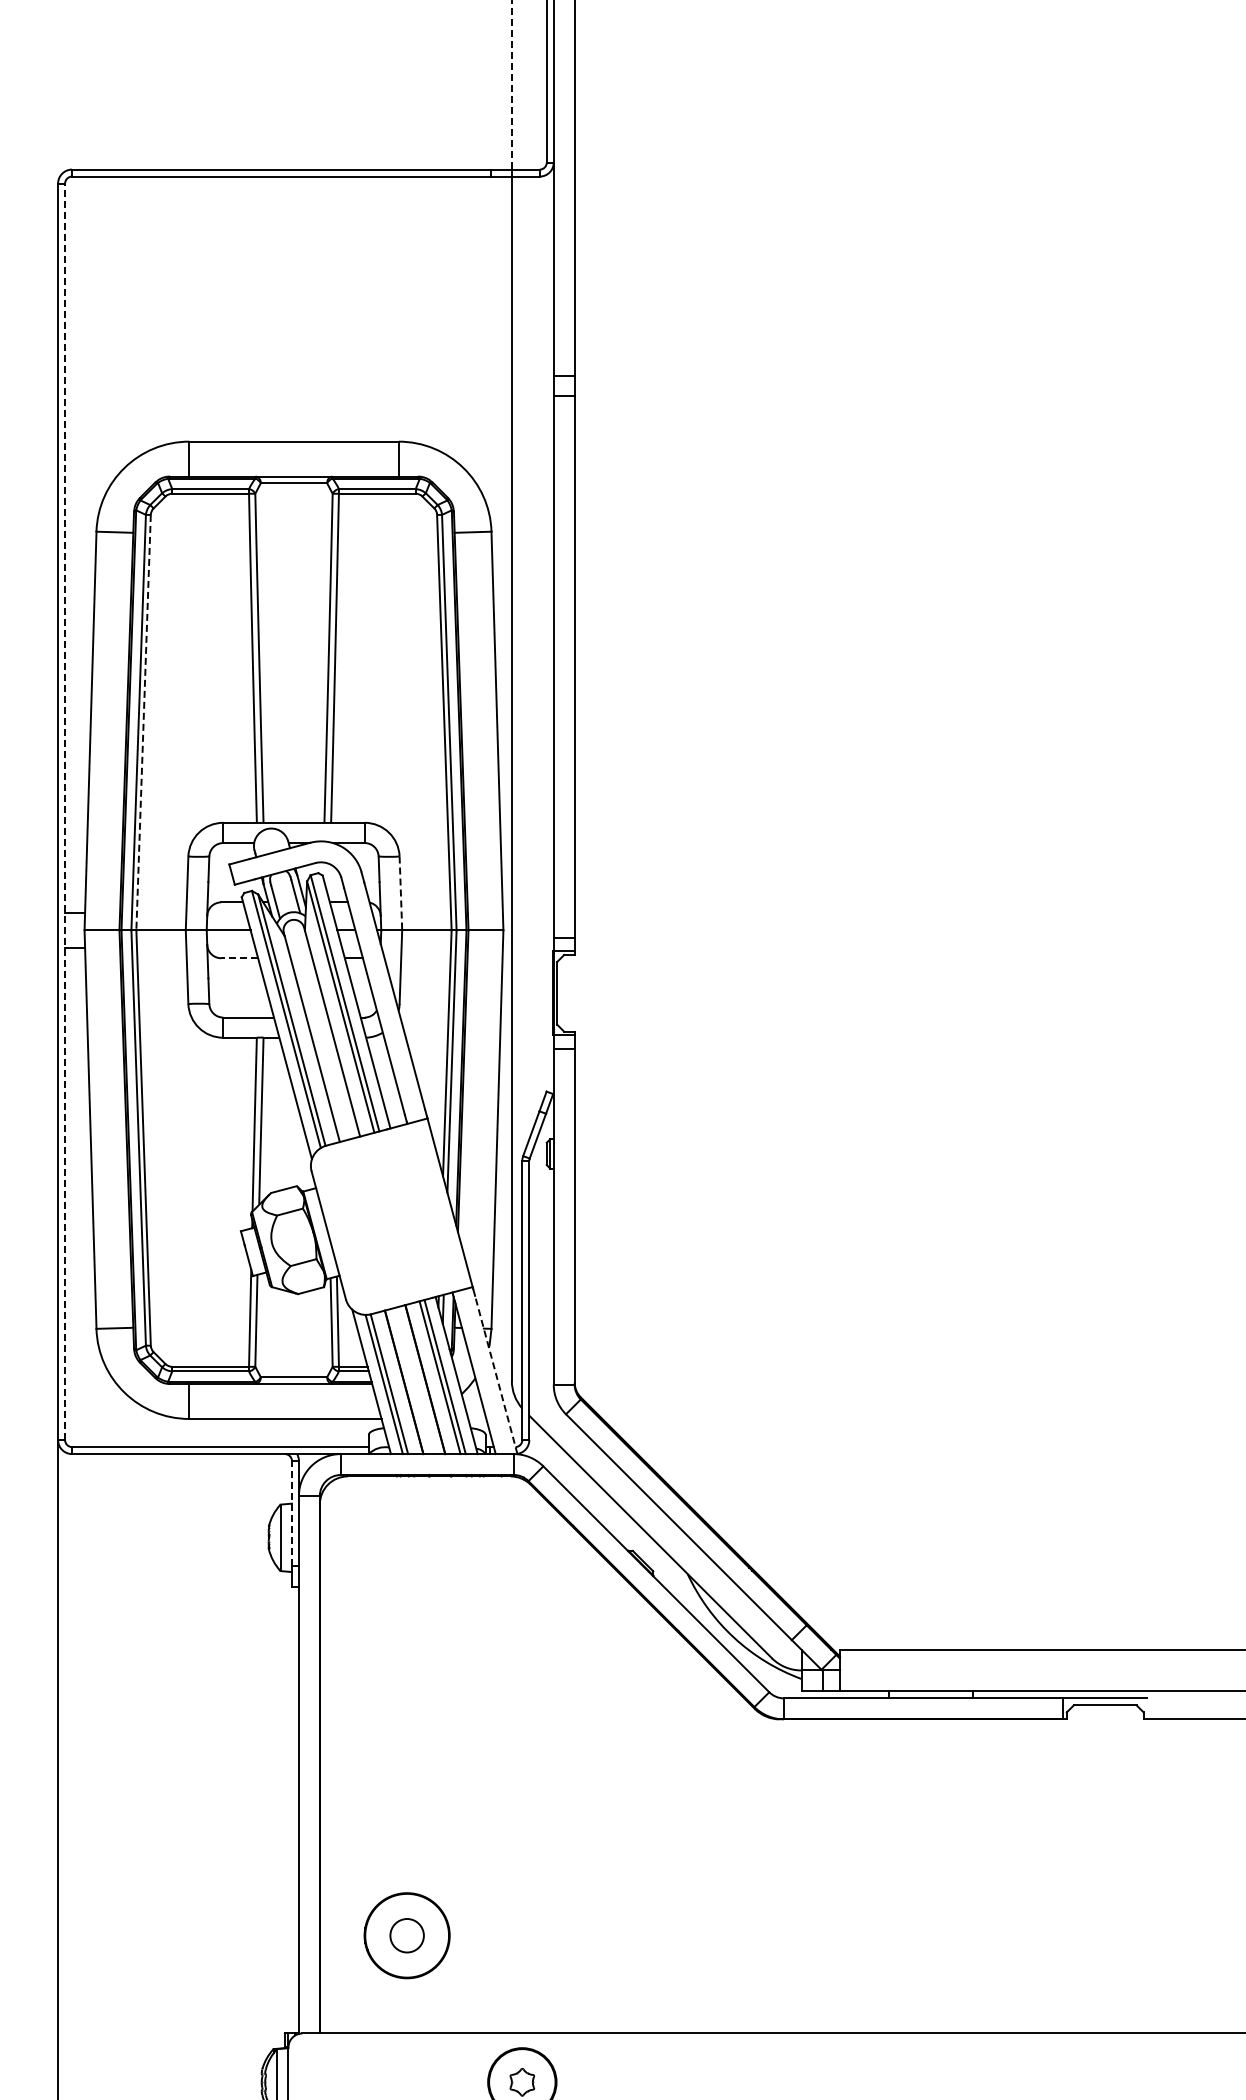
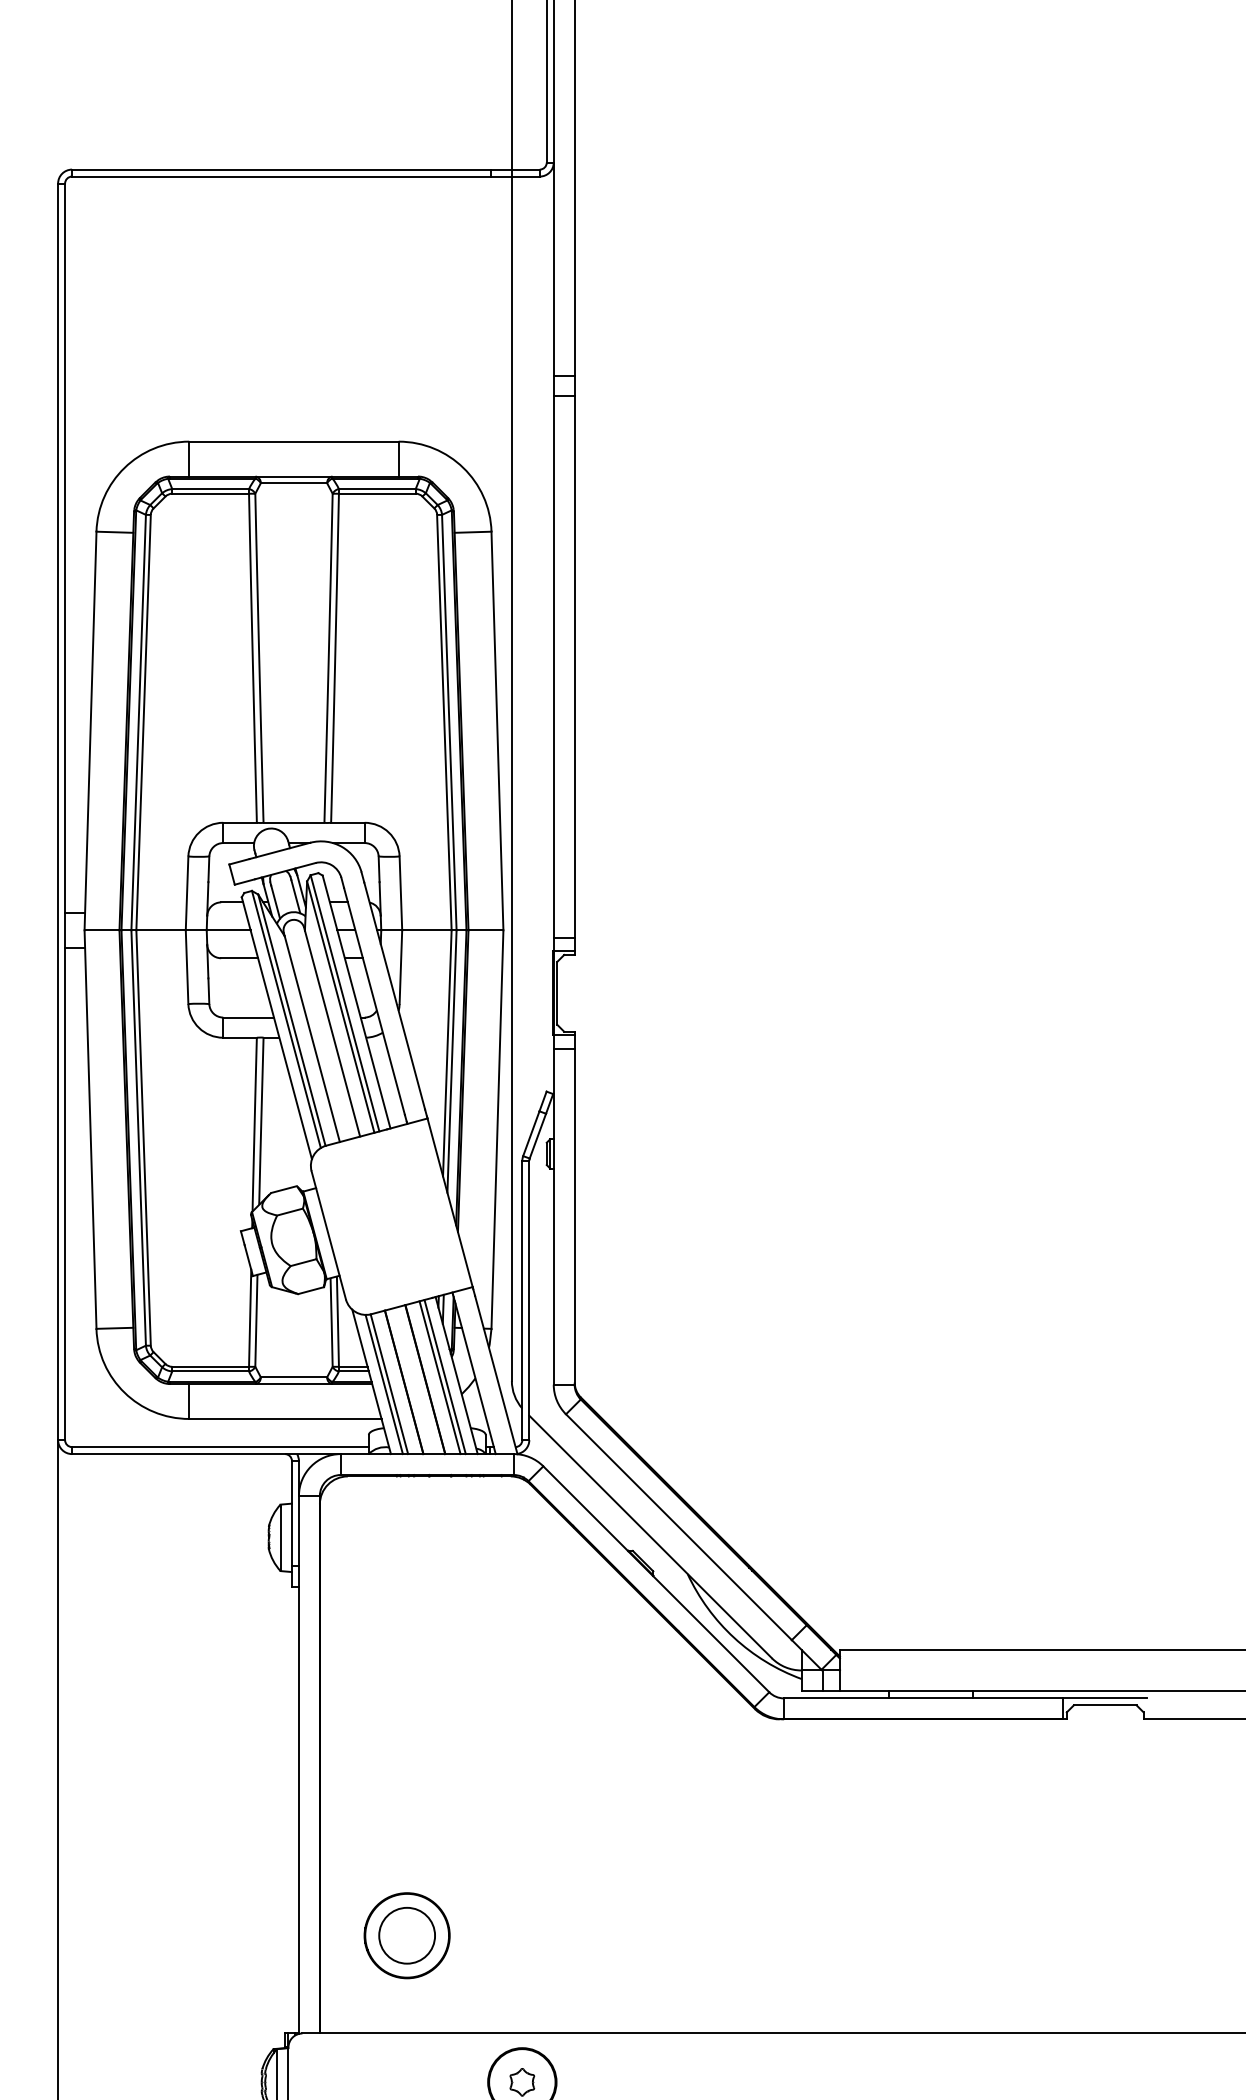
line at (511, 85): dashed -> solid
line at (143, 722): dashed -> solid
line at (65, 811): dashed -> solid
line at (400, 893): dashed -> solid
line at (239, 958): dashed -> solid
line at (496, 1375): dashed -> solid
line at (291, 1512): dashed -> solid
circle at (406, 1935) diameter: 34 px -> 56 px
